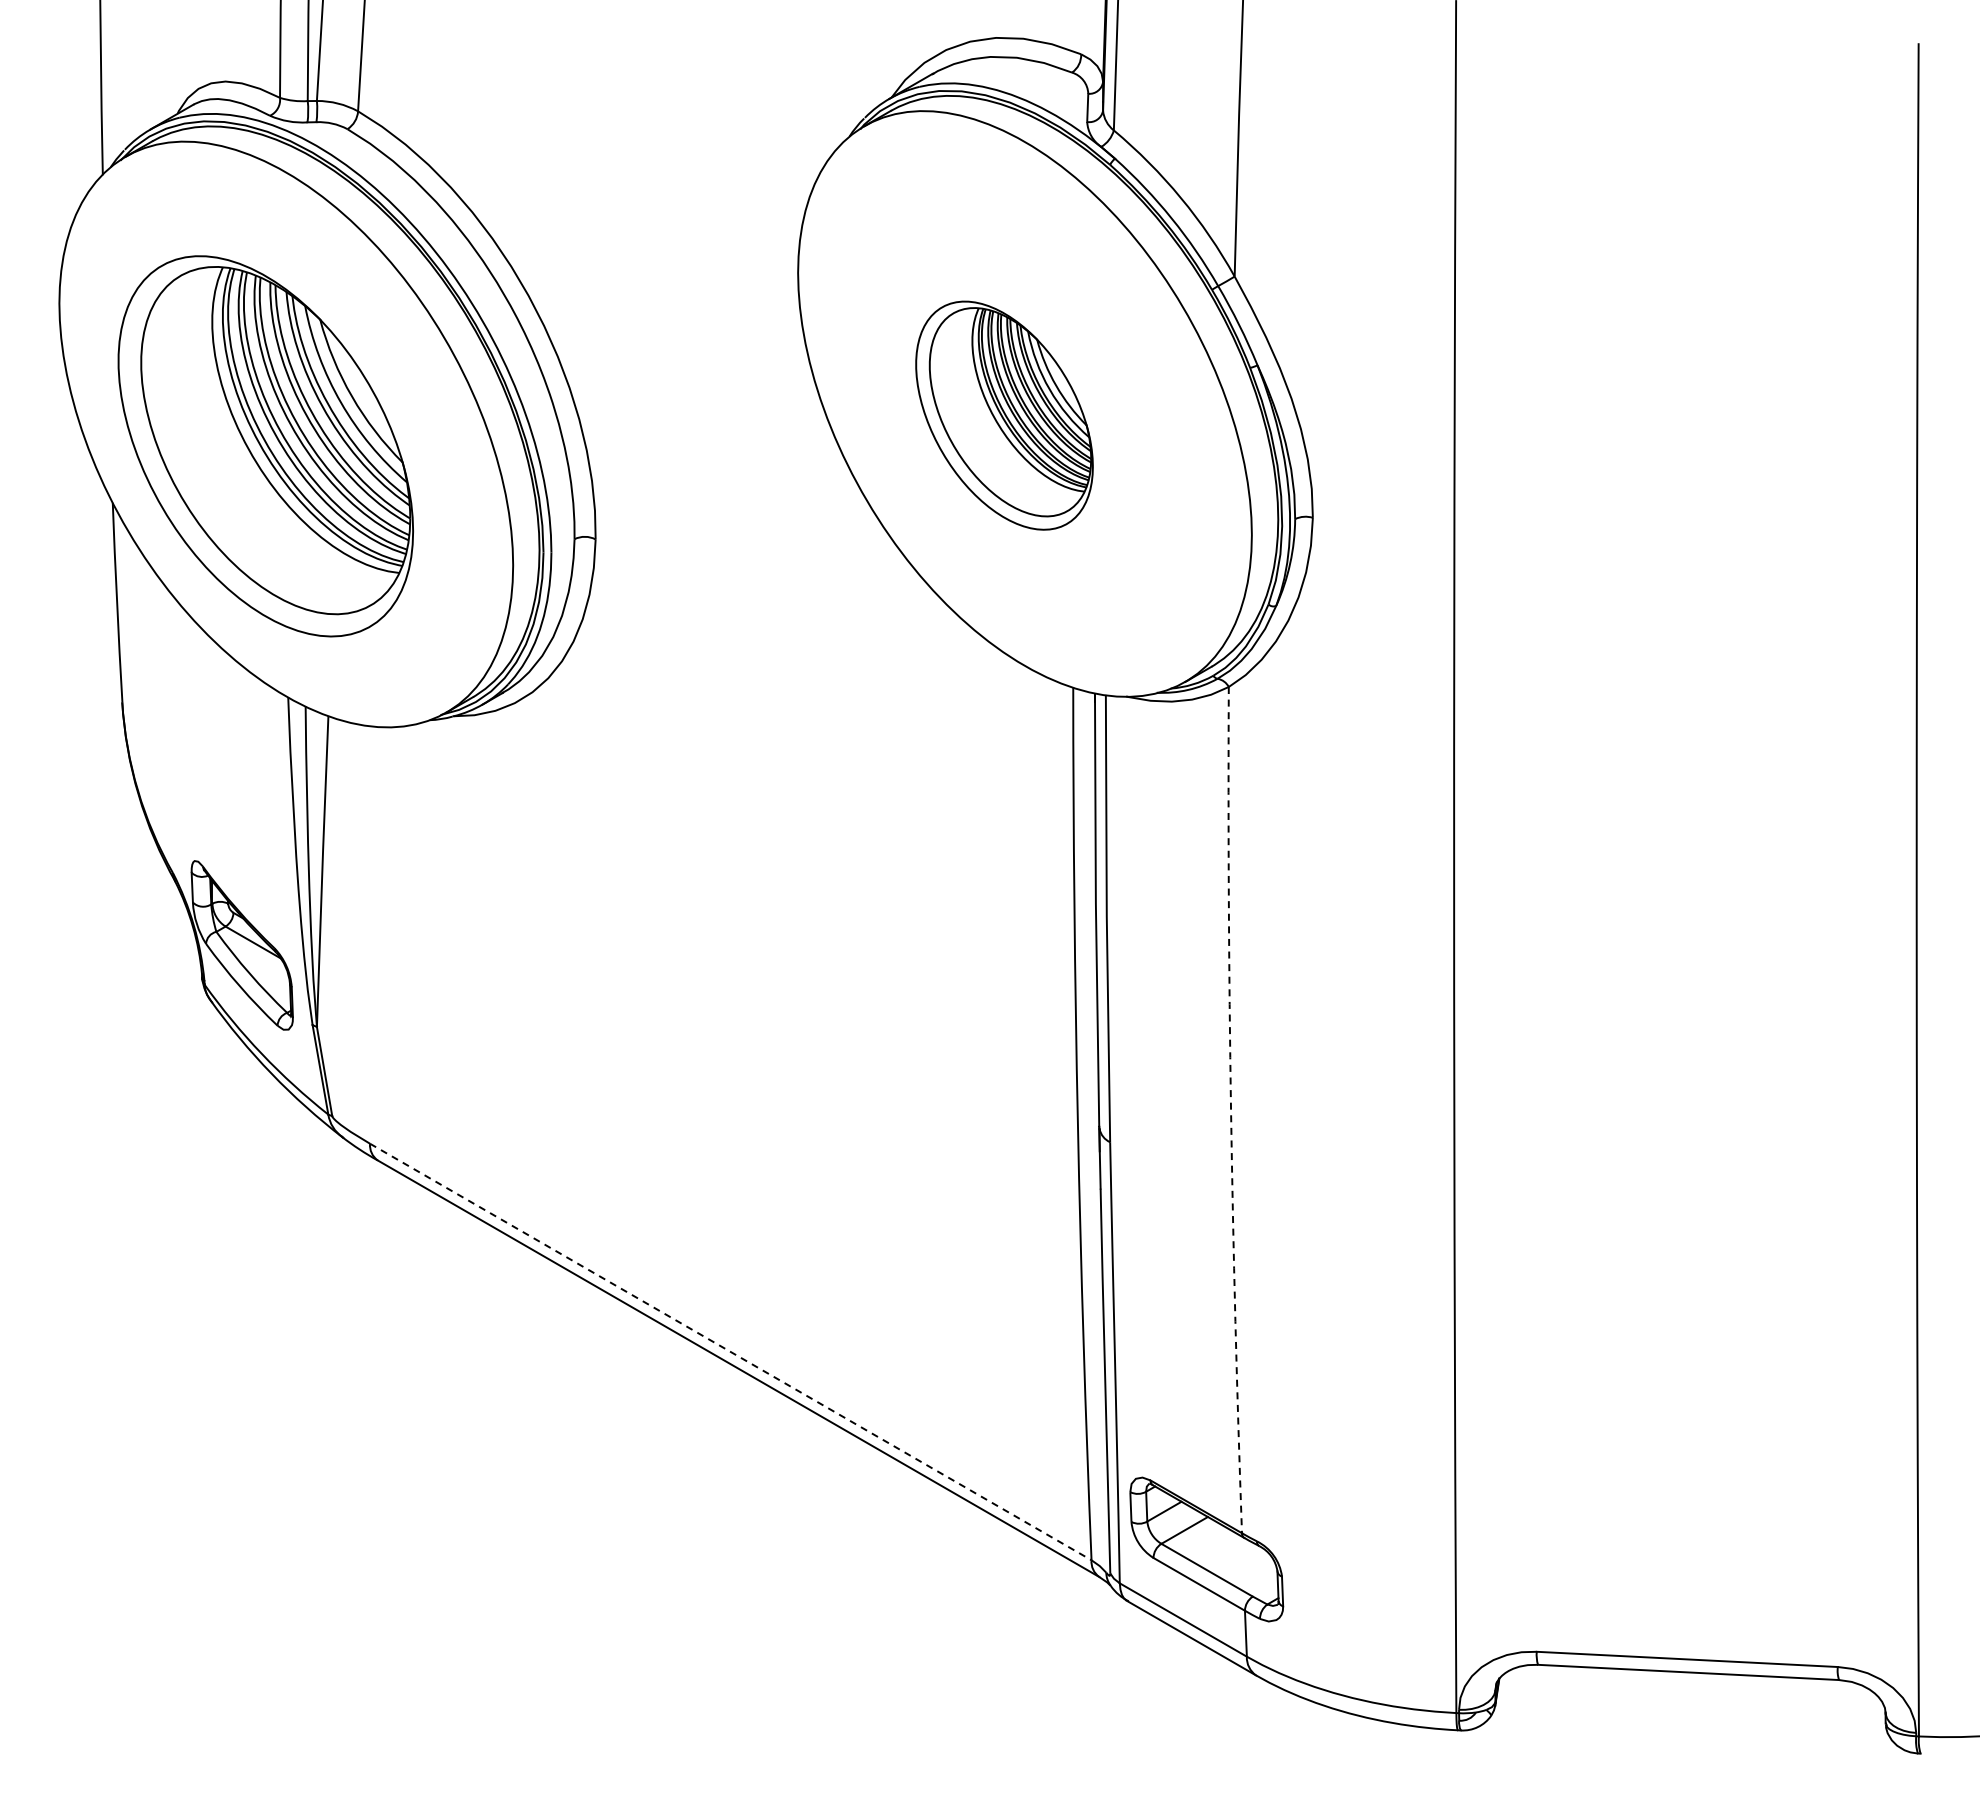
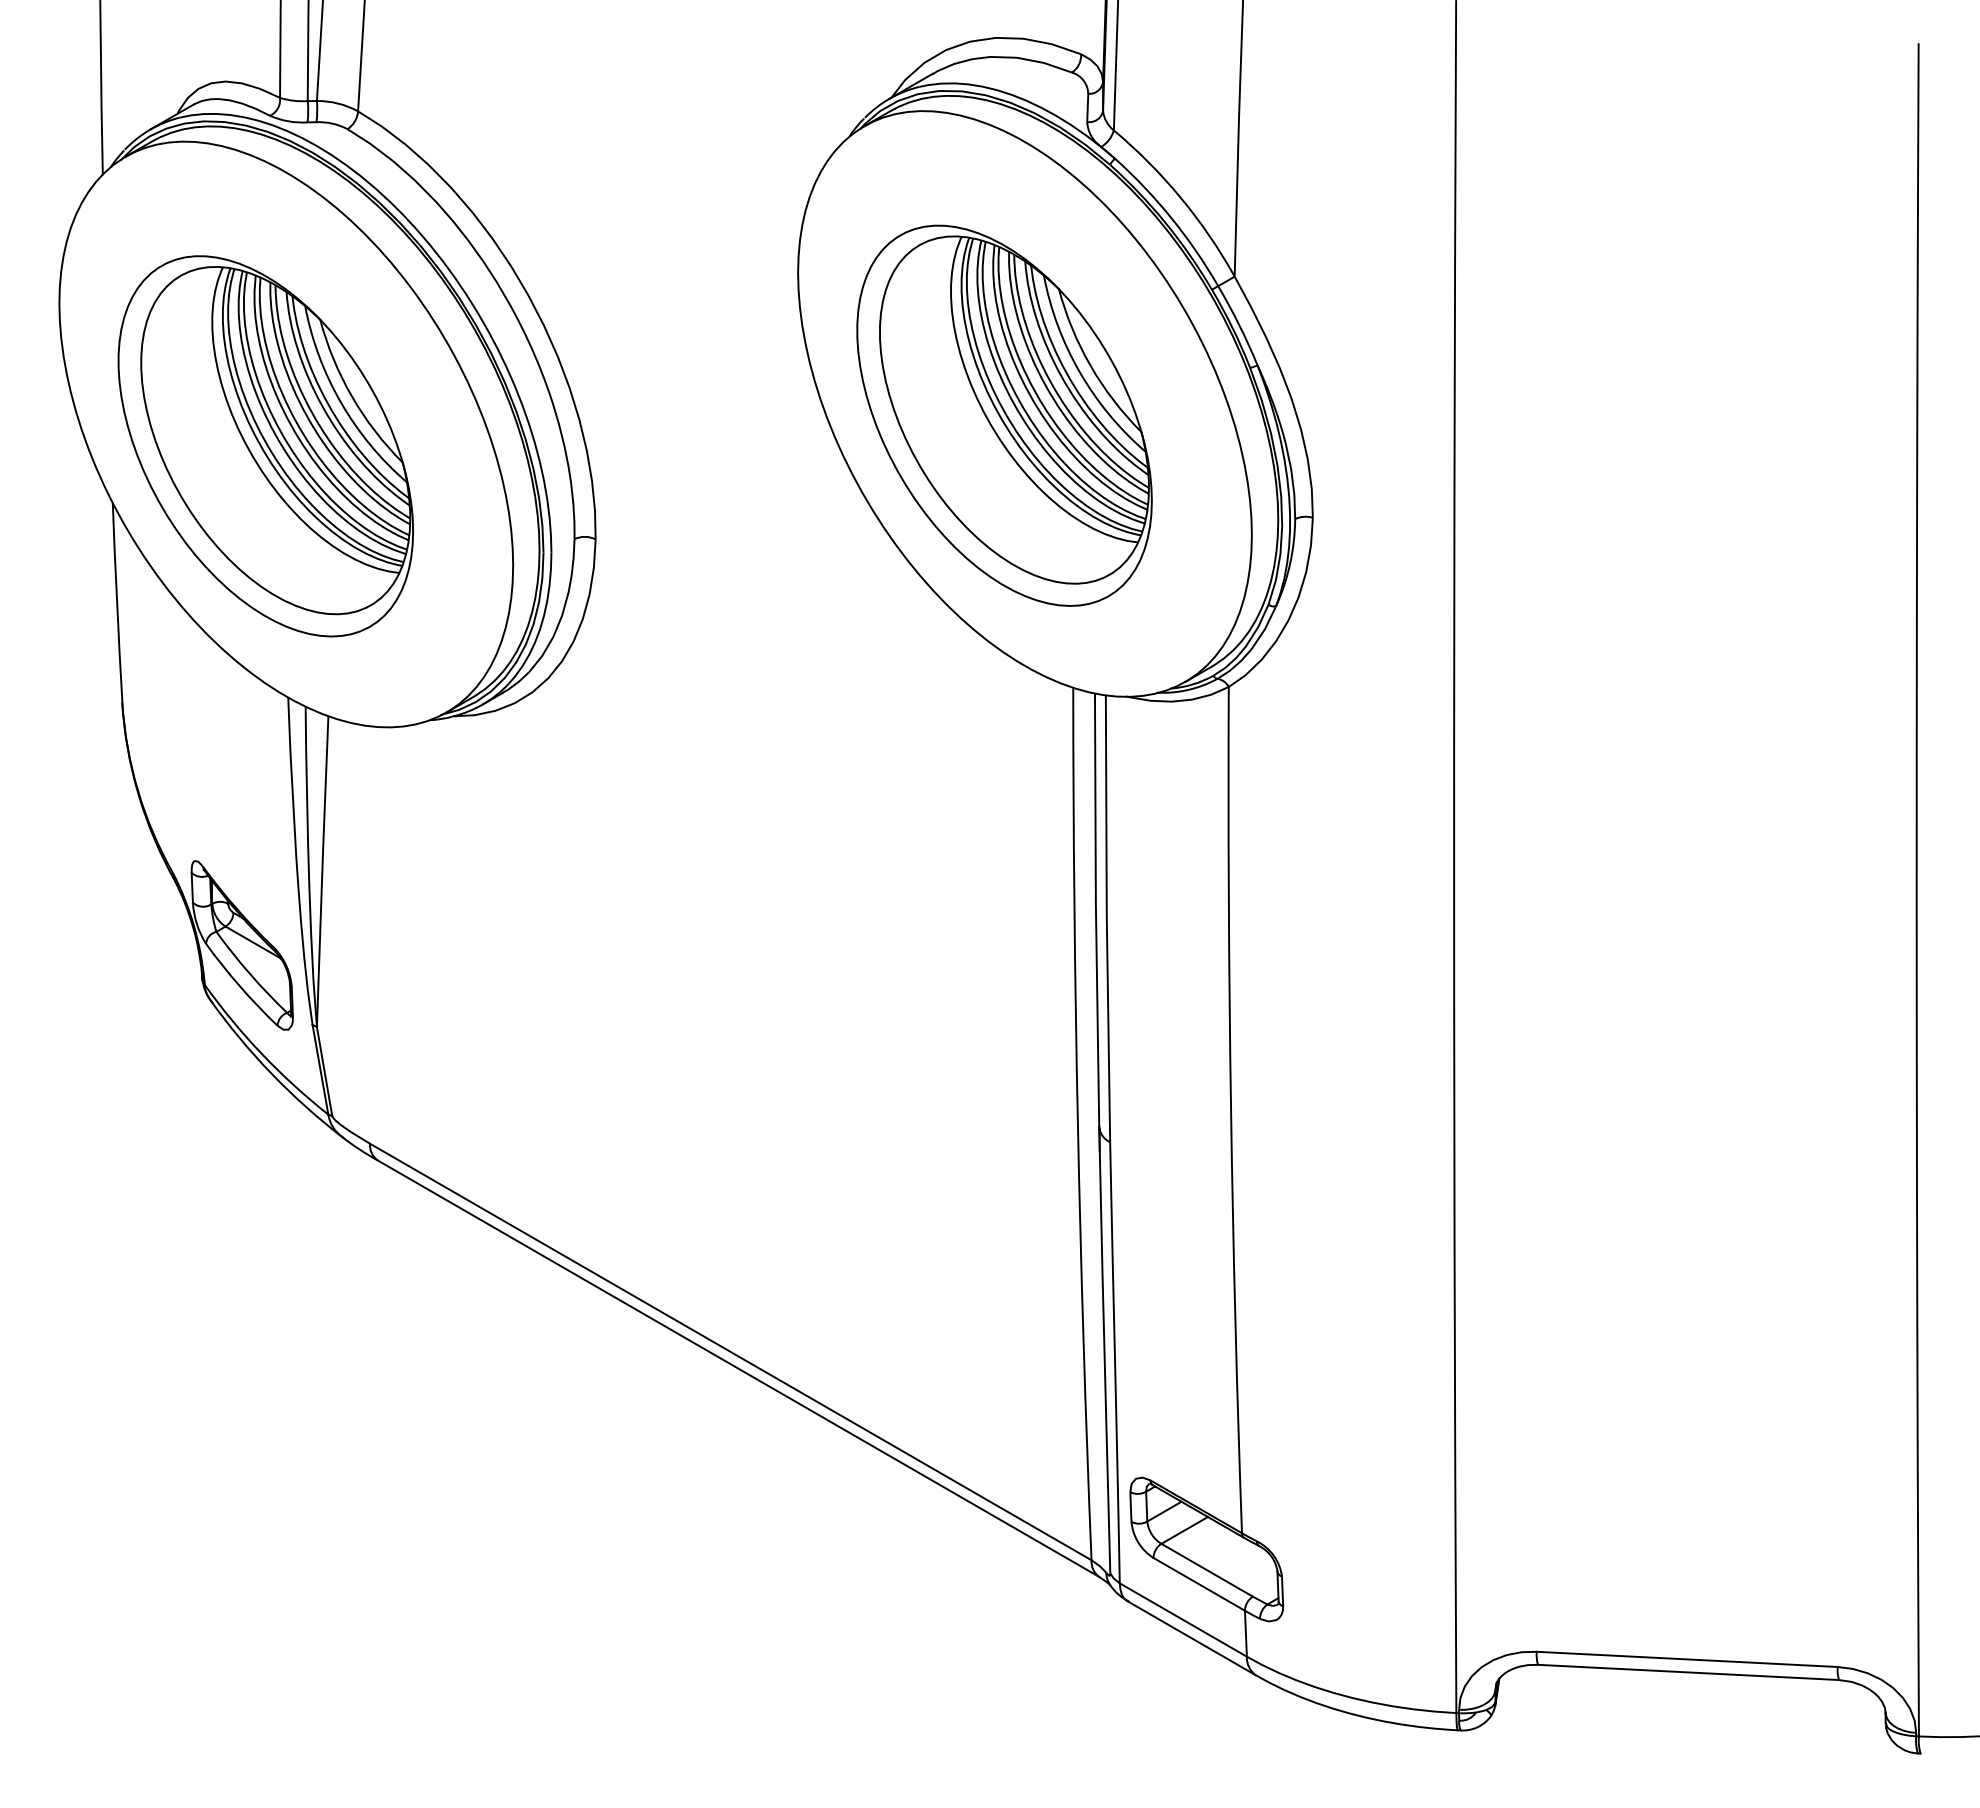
part at (1004, 415) size: 179x231 px -> 297x383 px
arc at (1231, 1110): dashed -> solid
line at (730, 1352): dashed -> solid
